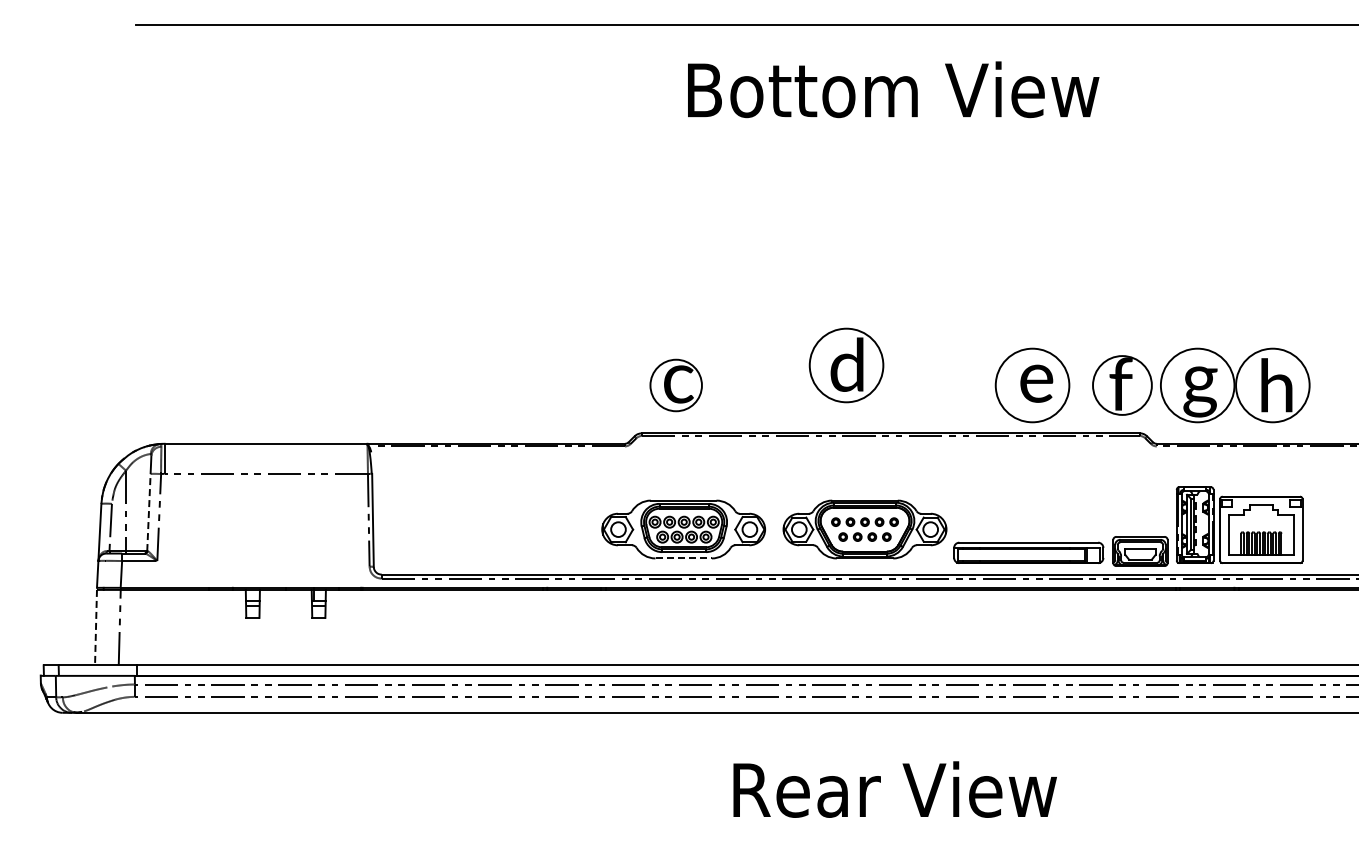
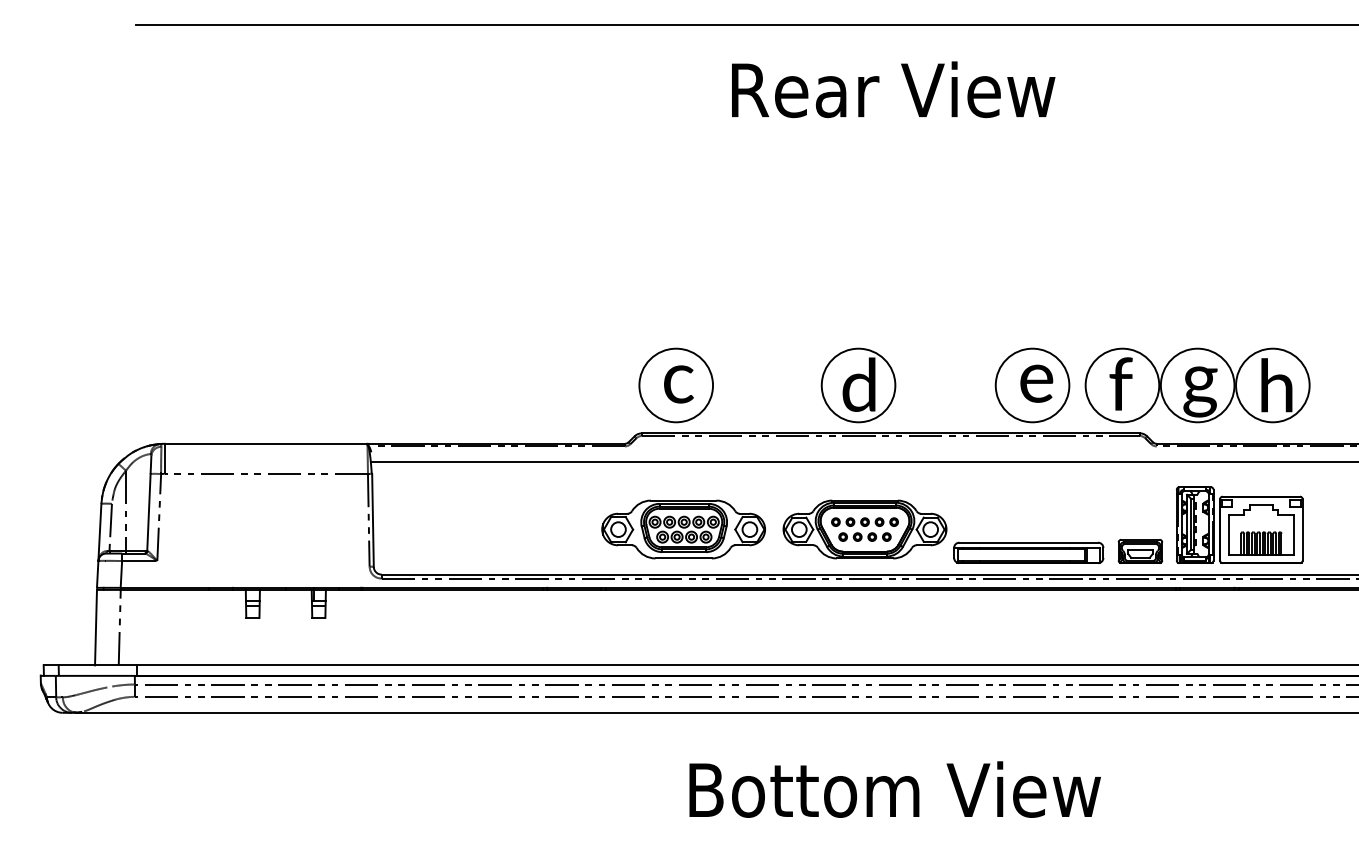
text at (893, 89): Bottom View -> Rear View
part at (846, 365) position: (846, 365) -> (858, 385)
circle at (675, 385) diameter: 52 px -> 74 px
circle at (1122, 385) diameter: 59 px -> 74 px
line at (863, 462): none -> present
line at (148, 512): dashed -> solid
part at (1140, 551) size: 57x31 px -> 47x25 px
line at (684, 558): dashed -> solid
line at (96, 627): dashed -> solid
text at (894, 789): Rear View -> Bottom View
